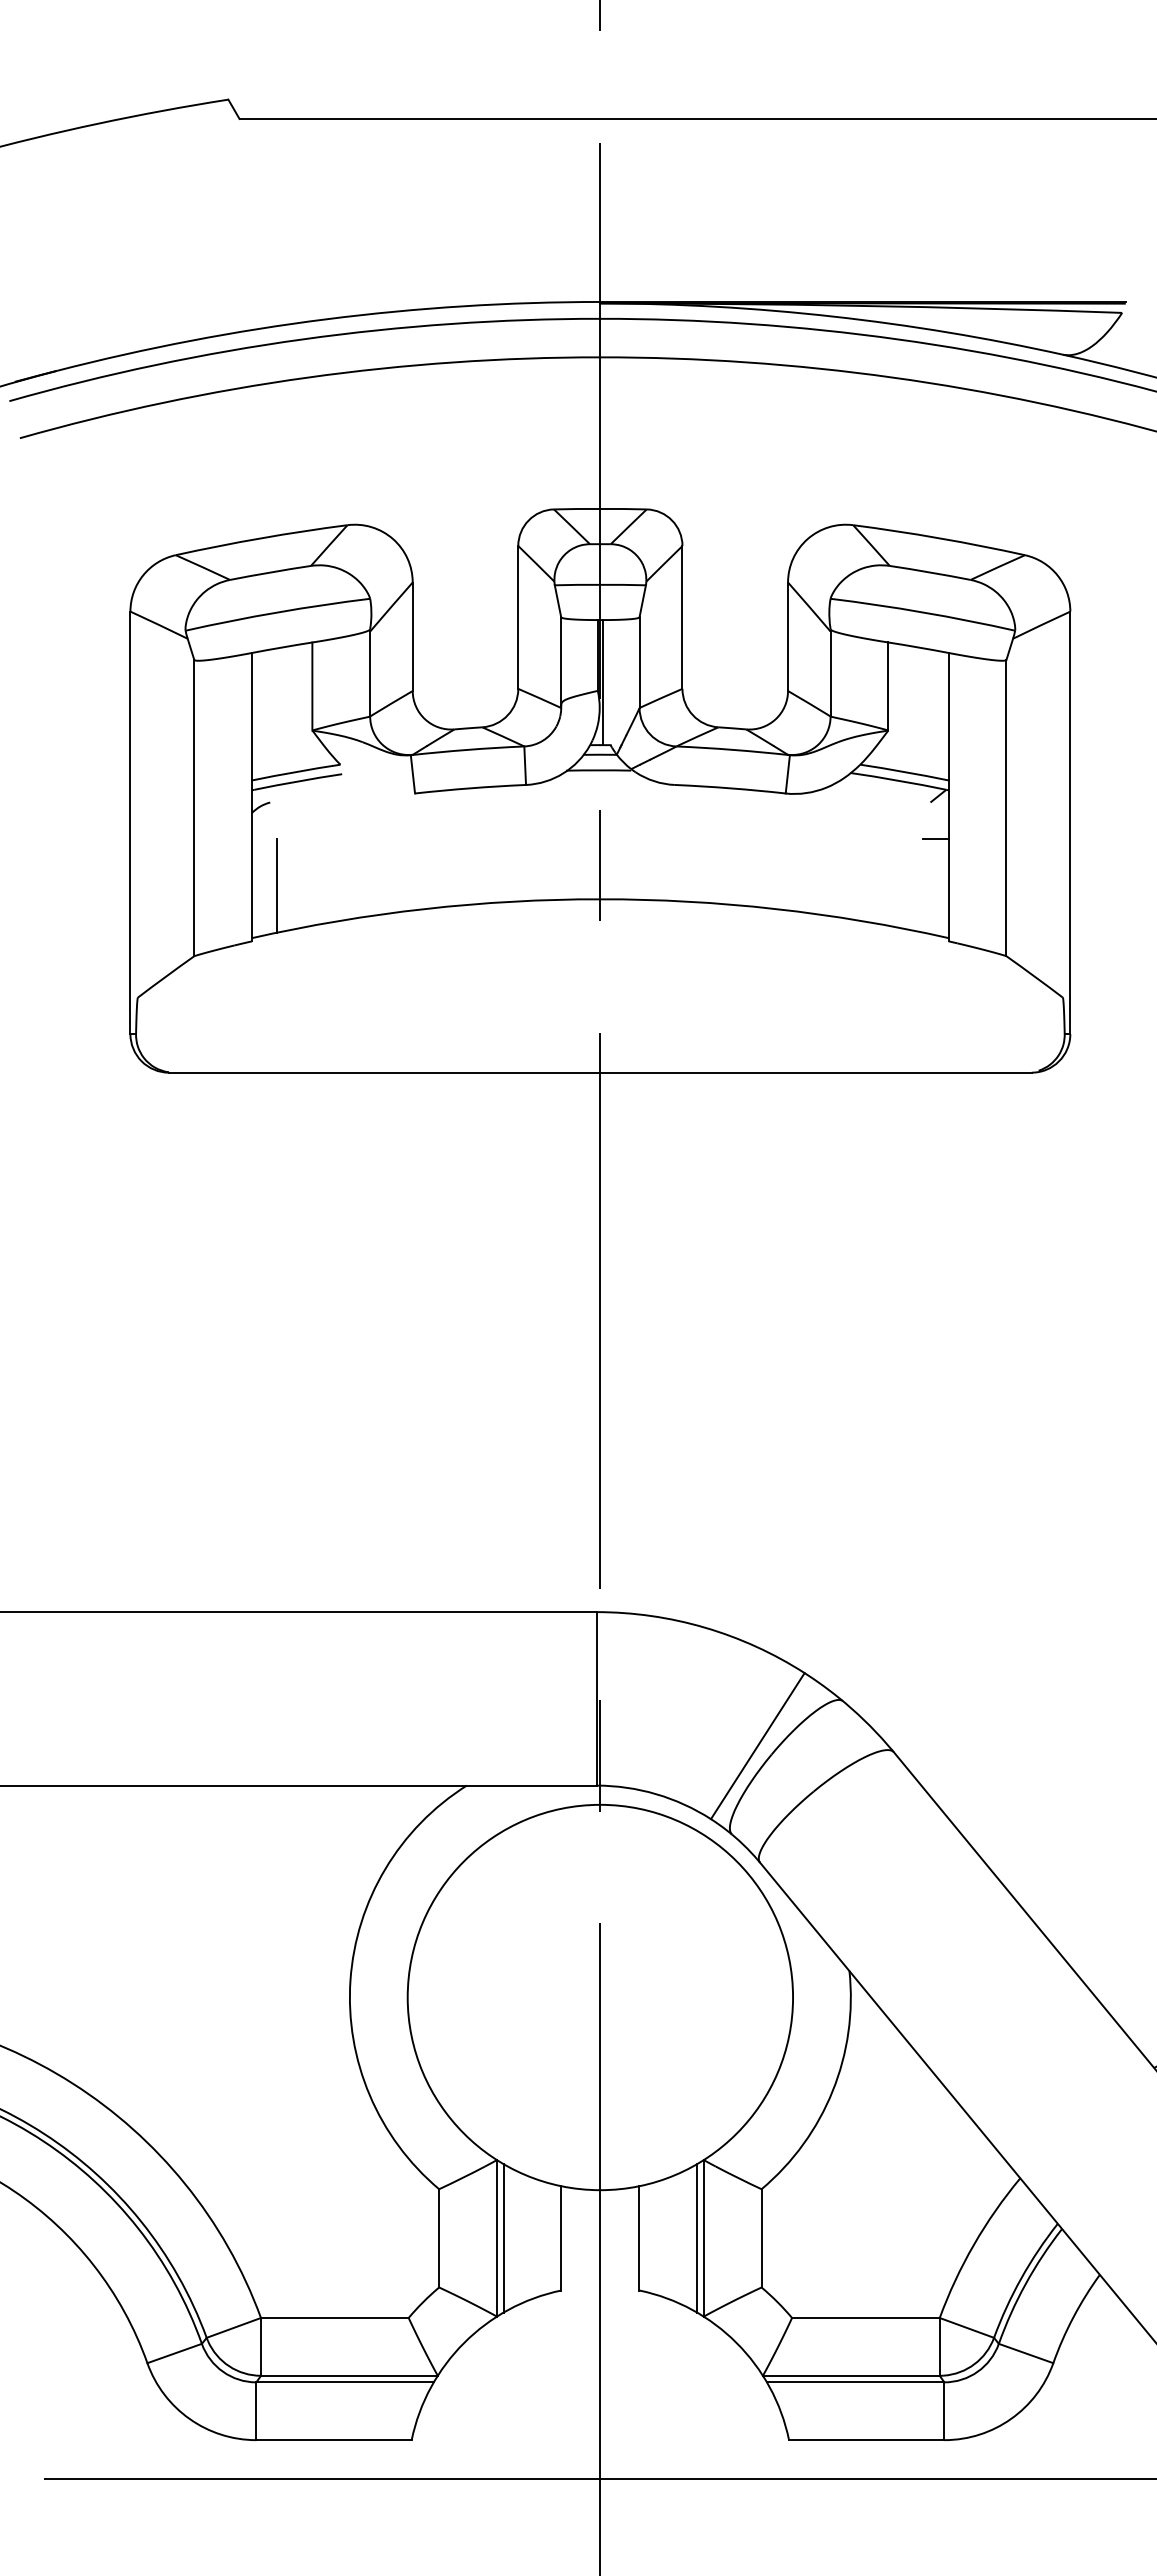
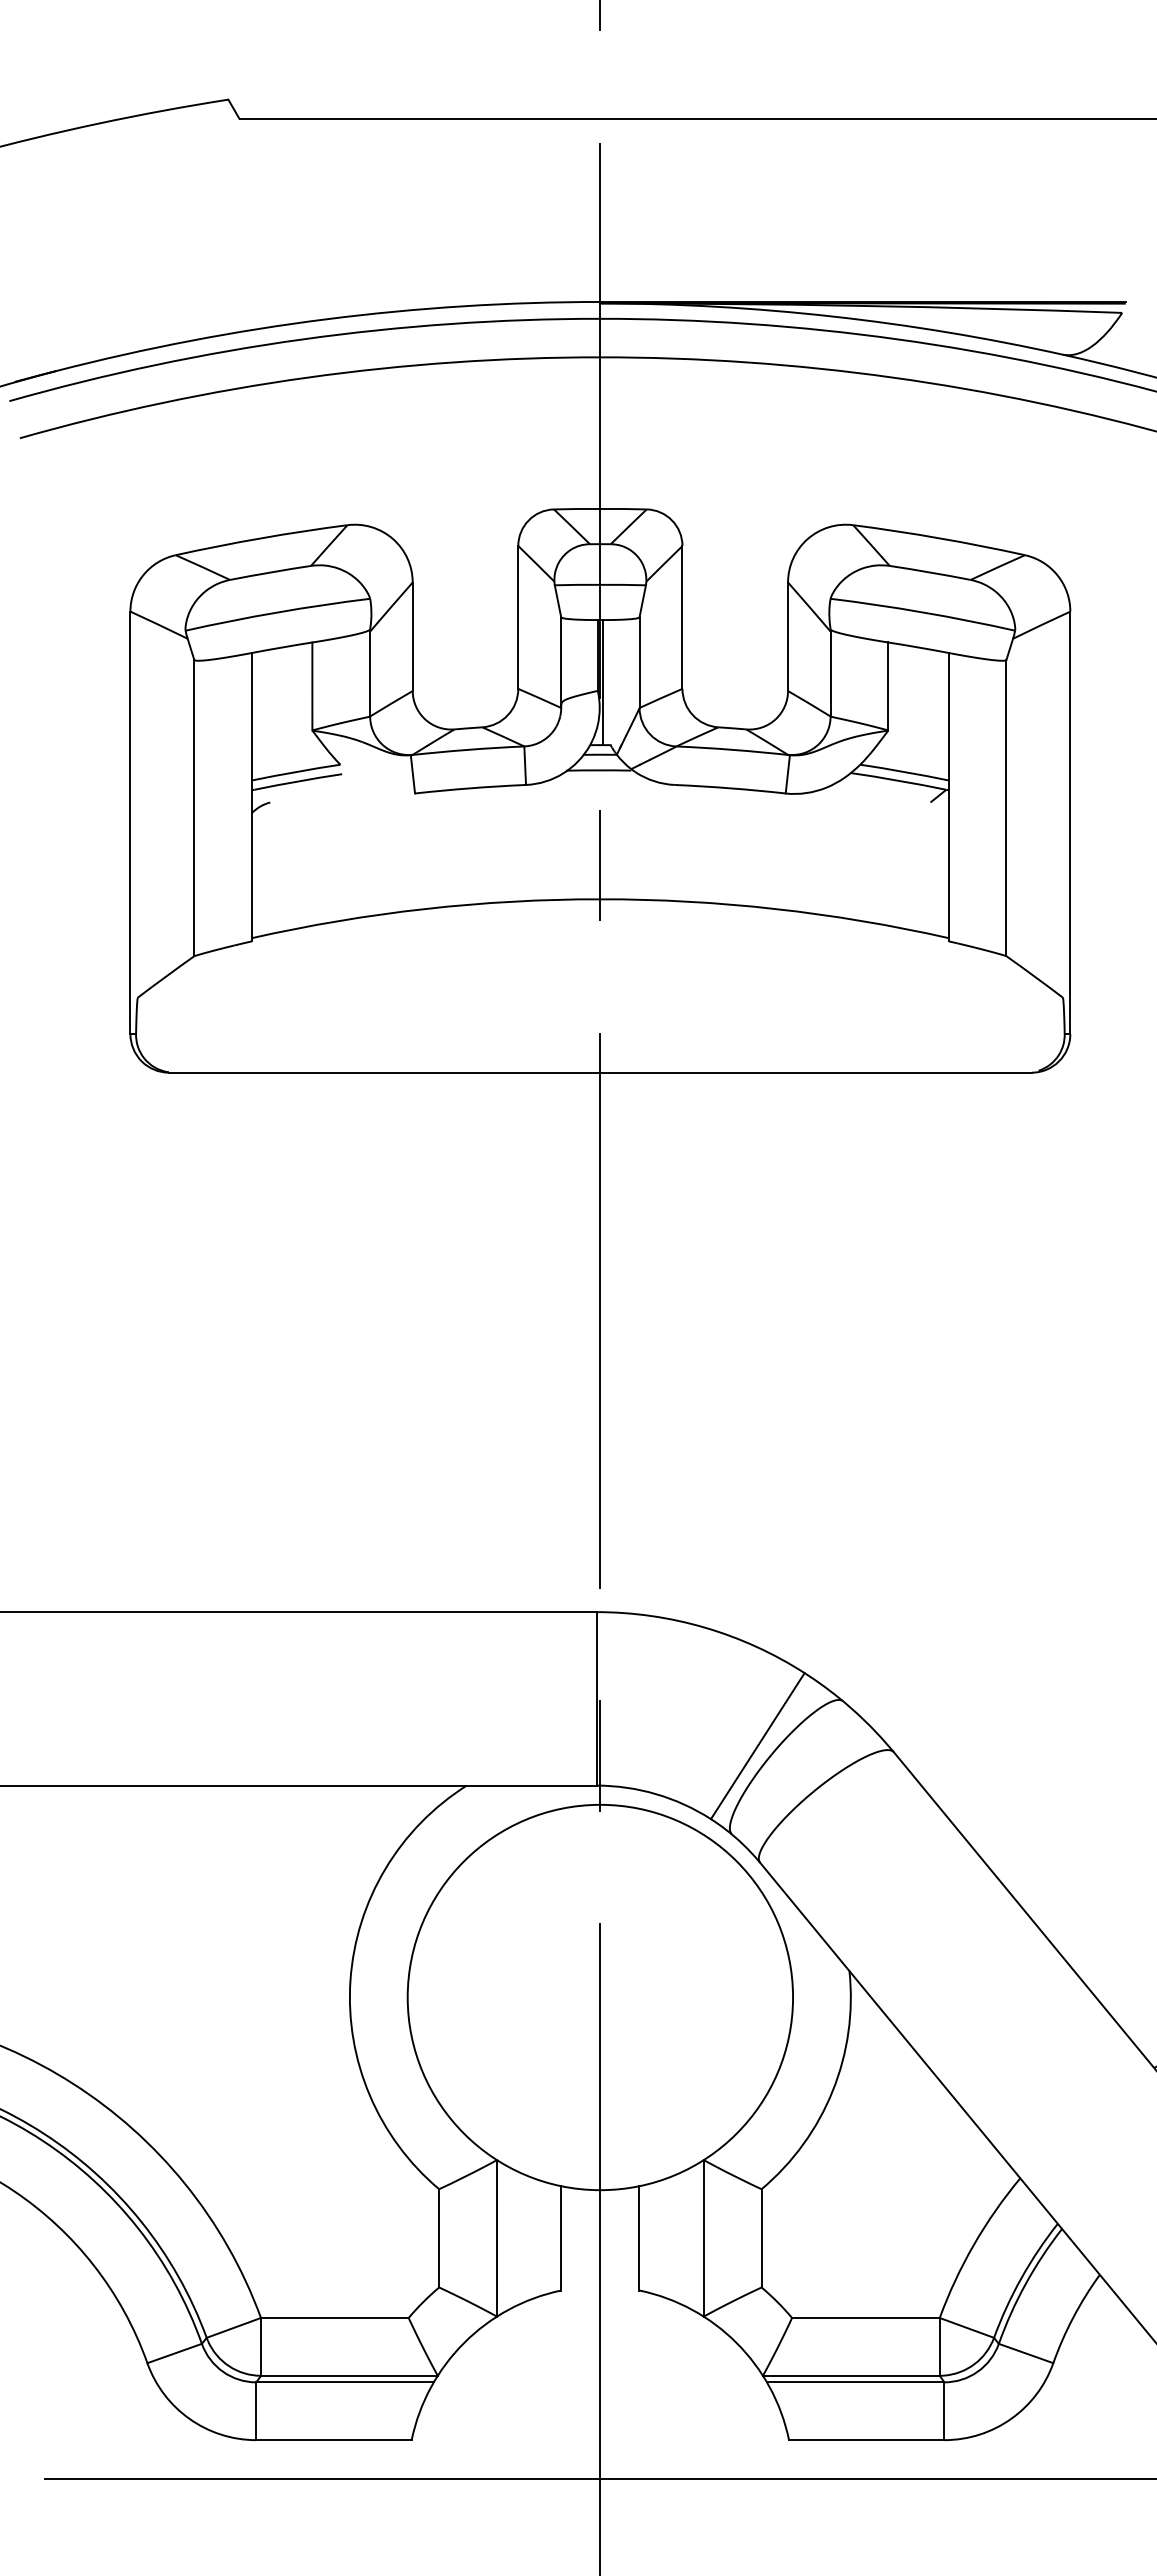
line at (935, 839): present -> none
line at (277, 885): present -> none
line at (503, 2238): present -> none
line at (697, 2238): present -> none
